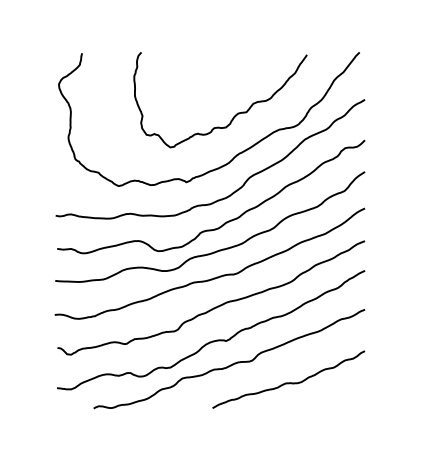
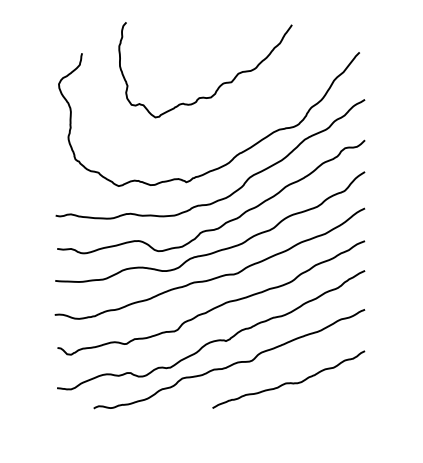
curve at (235, 114) position: (235, 114) -> (220, 84)
